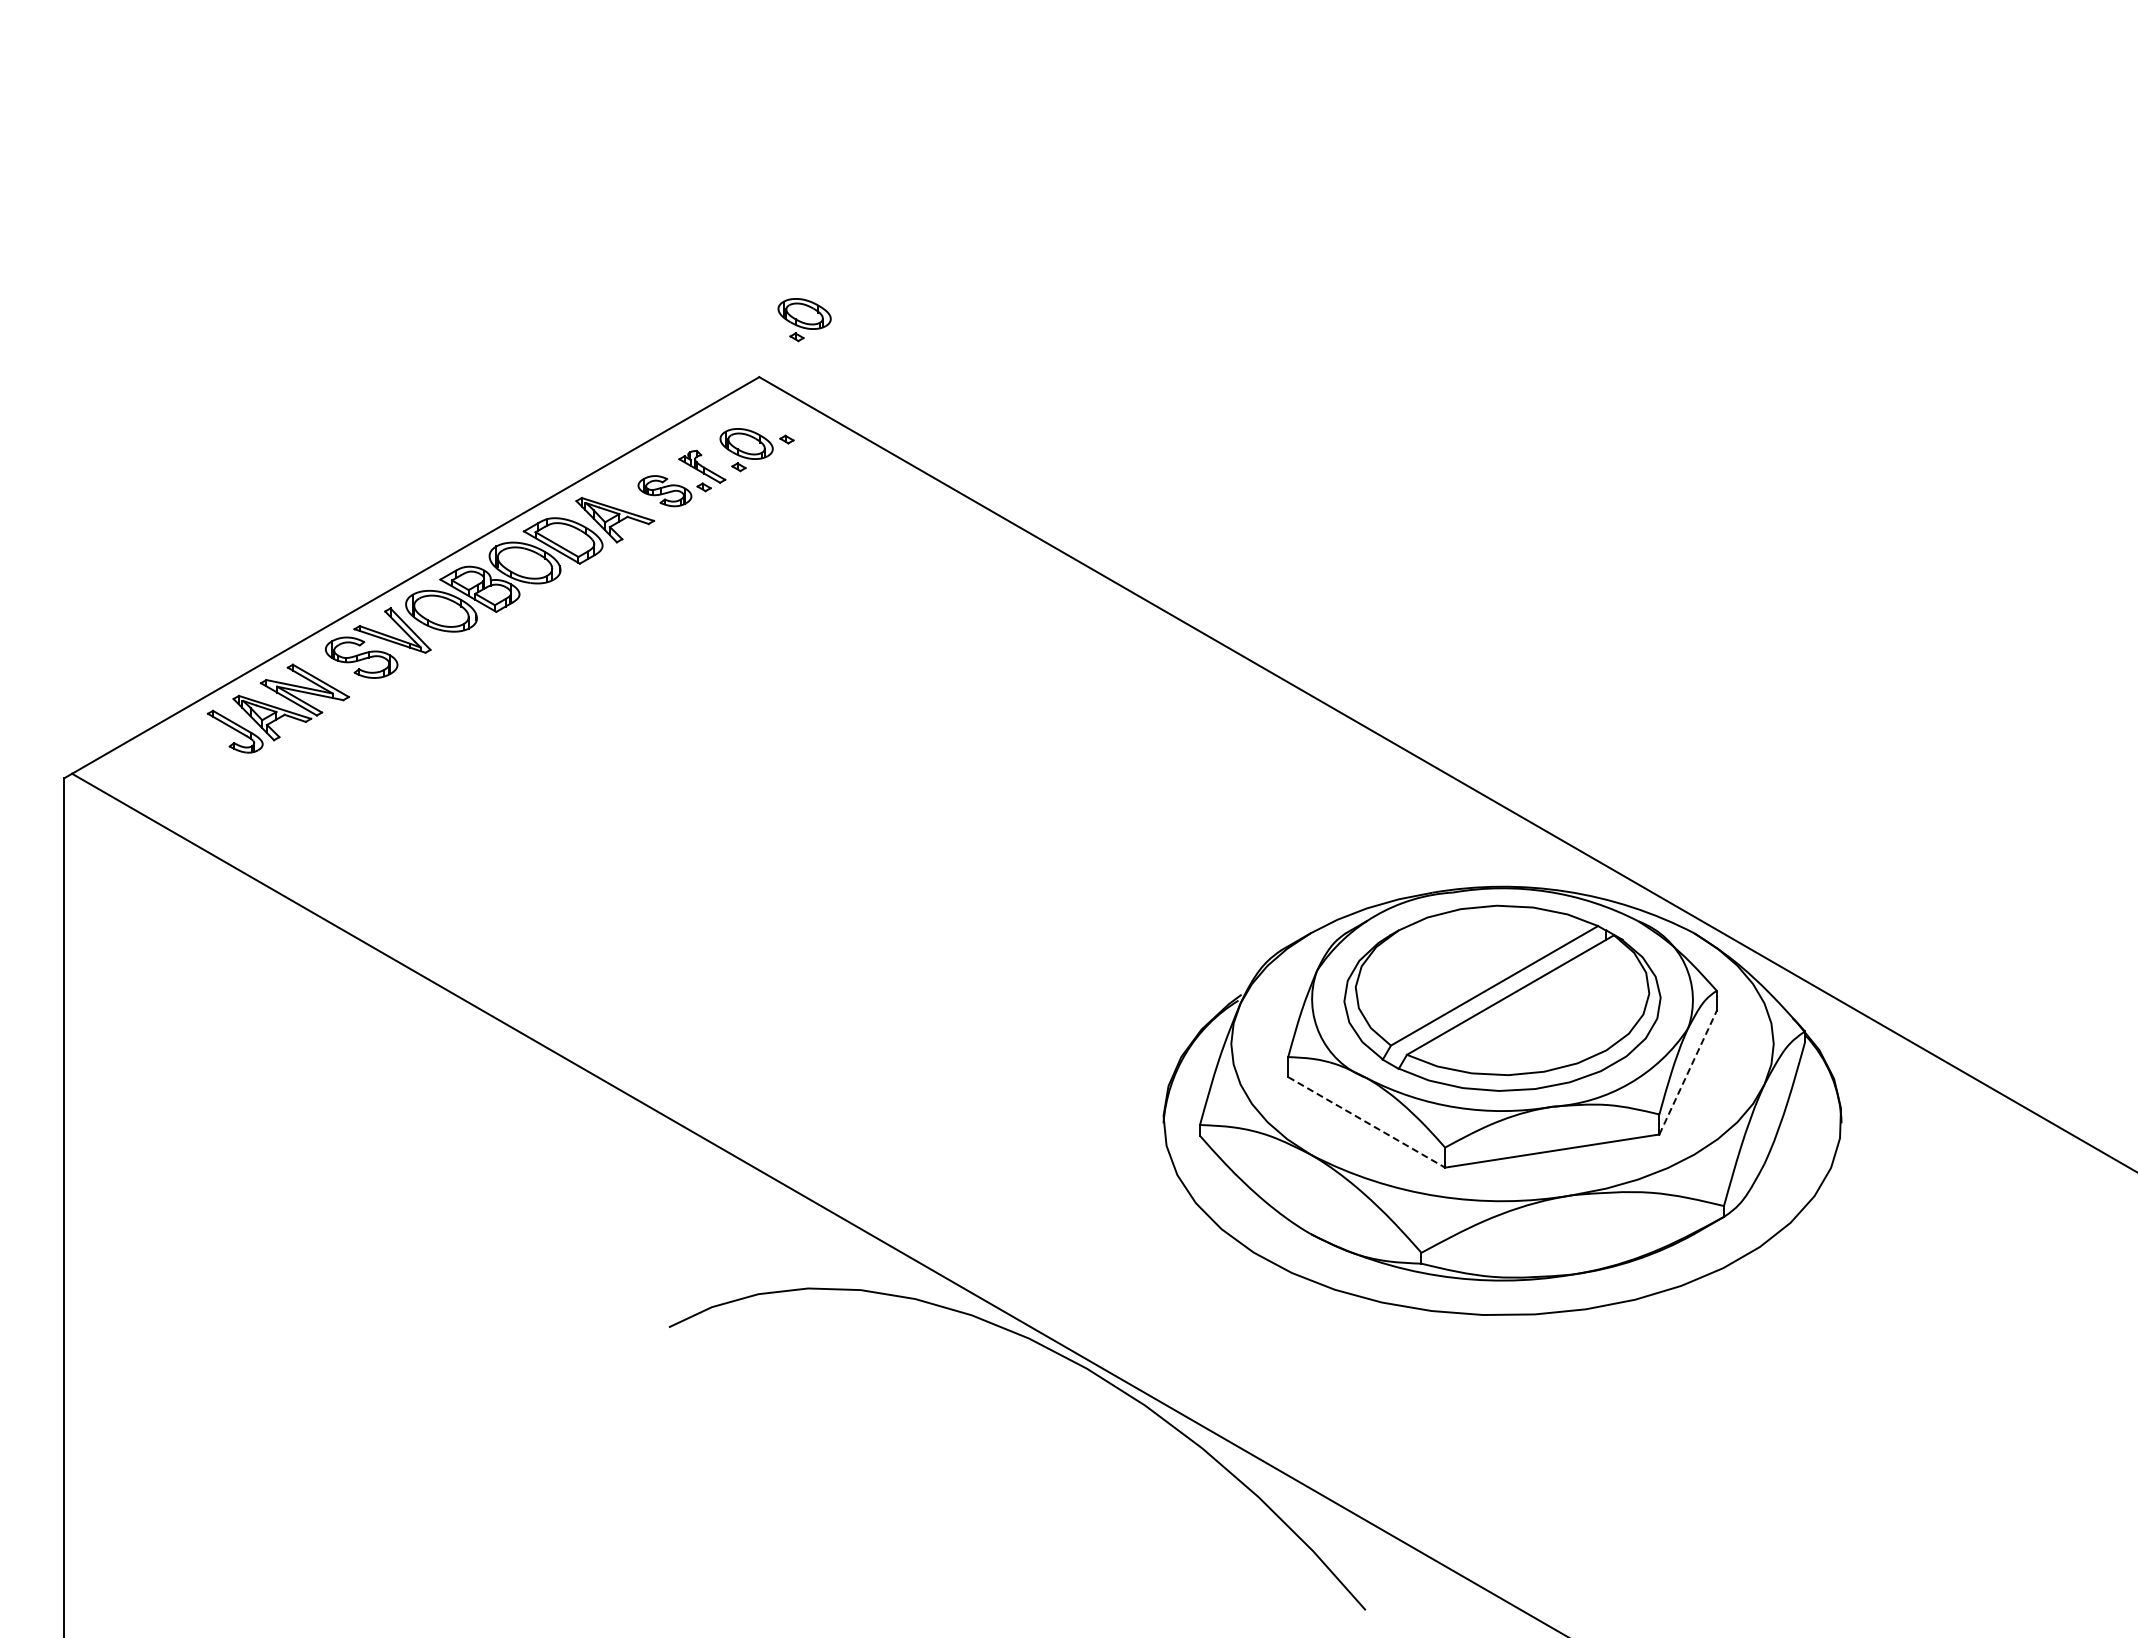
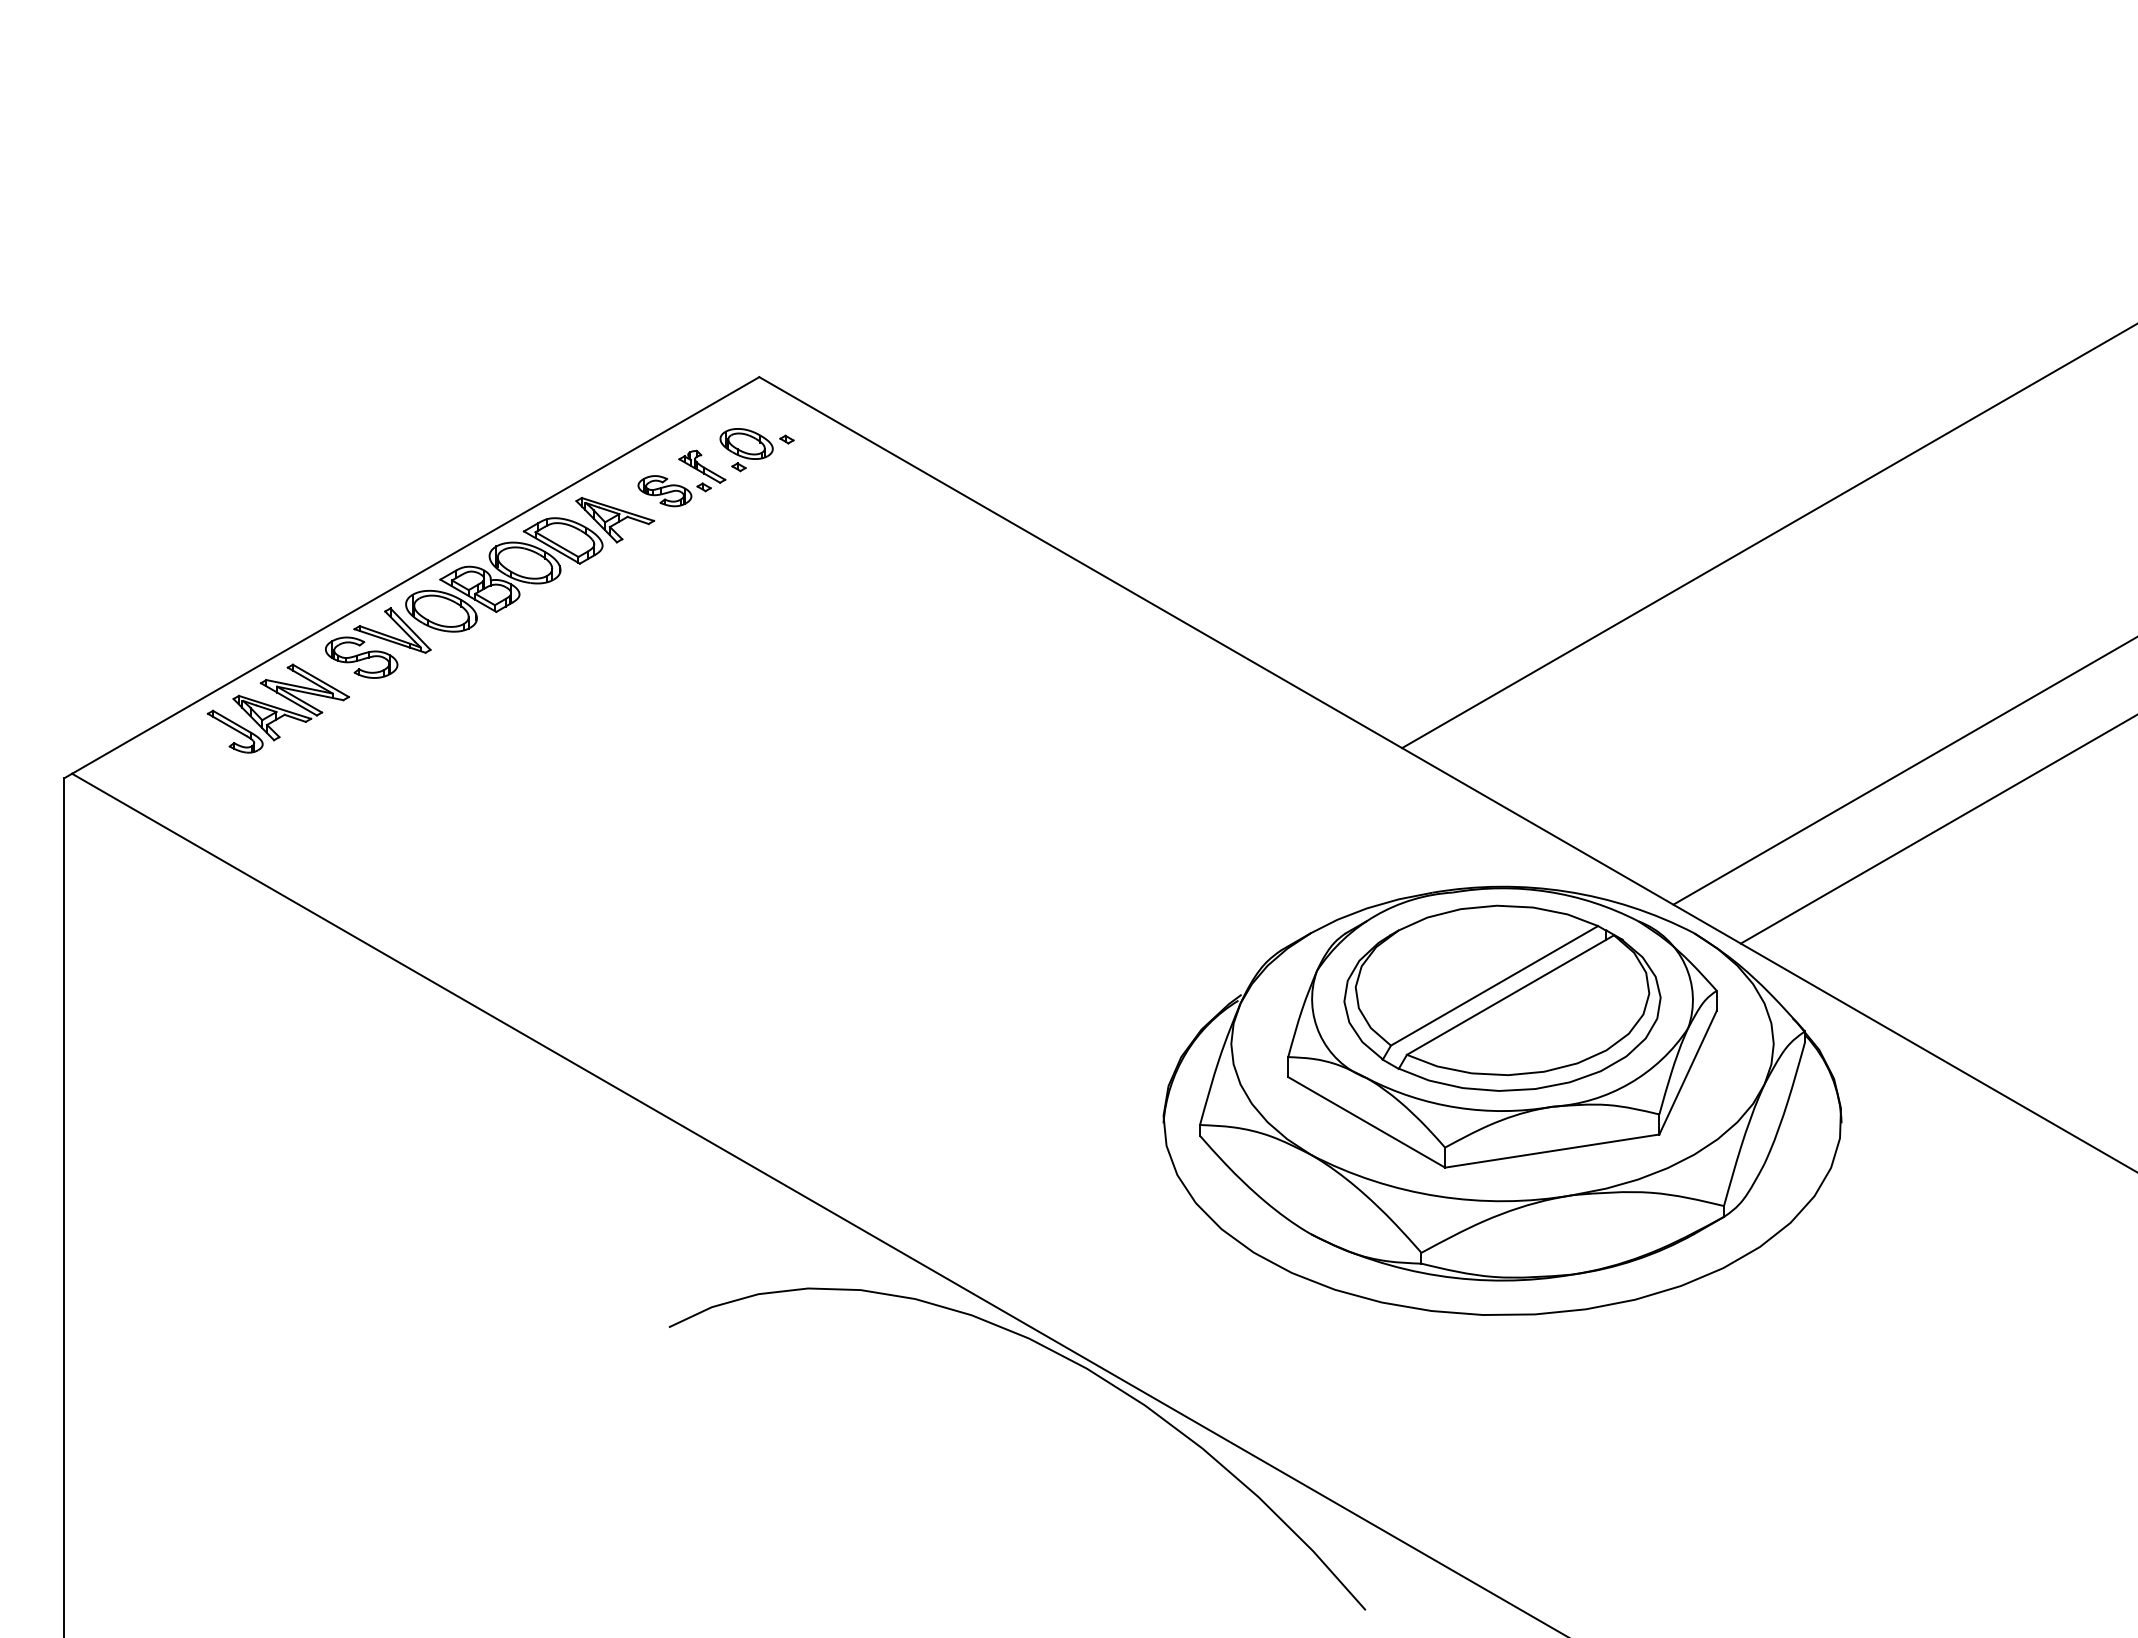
part at (804, 320): present -> none
line at (1768, 536): none -> present
line at (1903, 771): none -> present
line at (1937, 829): none -> present
line at (1688, 1072): dashed -> solid
line at (1366, 1122): dashed -> solid
